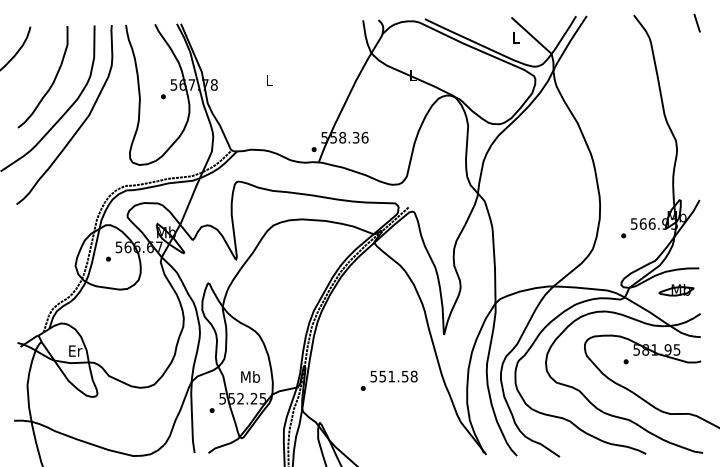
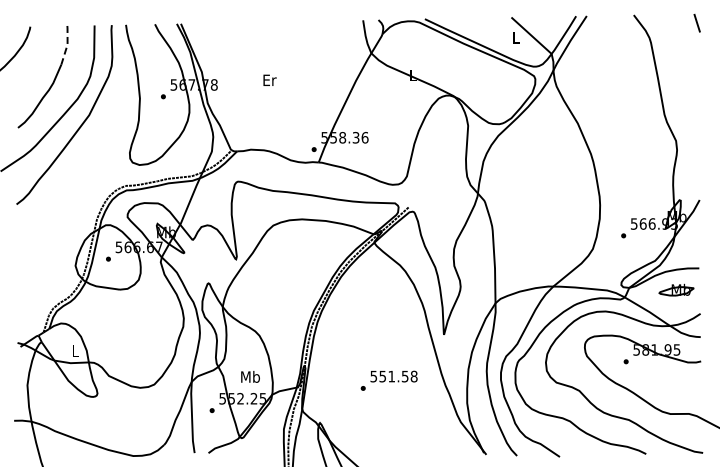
line at (67, 44): solid -> dashed
text at (269, 79): L -> Er
text at (75, 350): Er -> L
